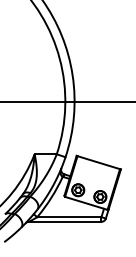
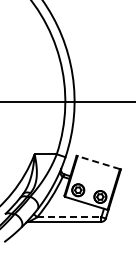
line at (98, 162): solid -> dashed
line at (69, 217): solid -> dashed
